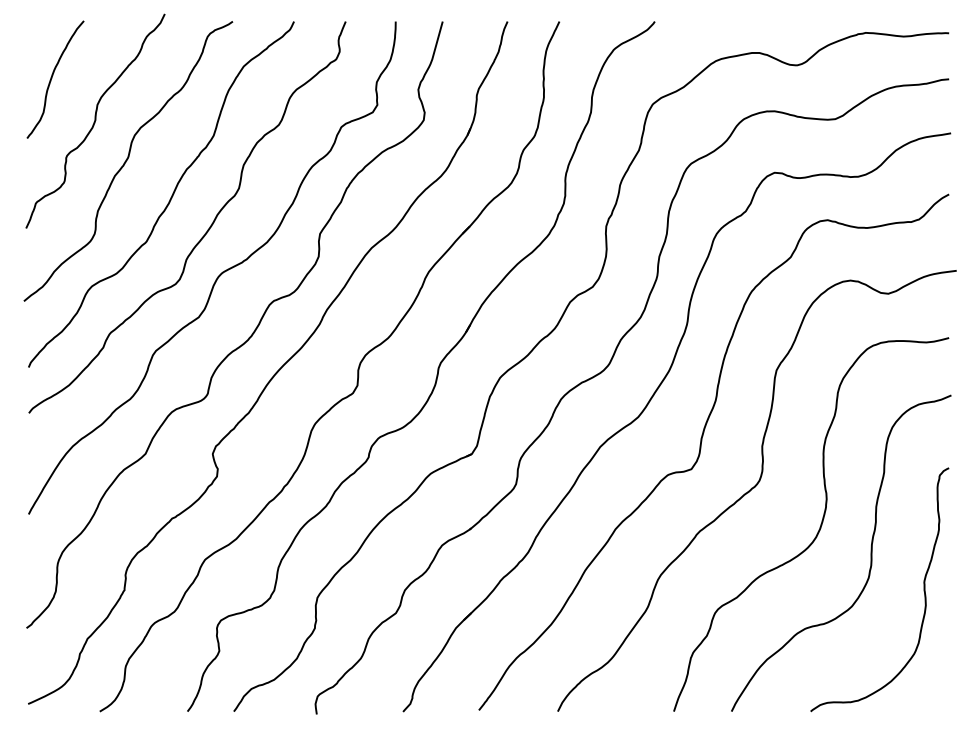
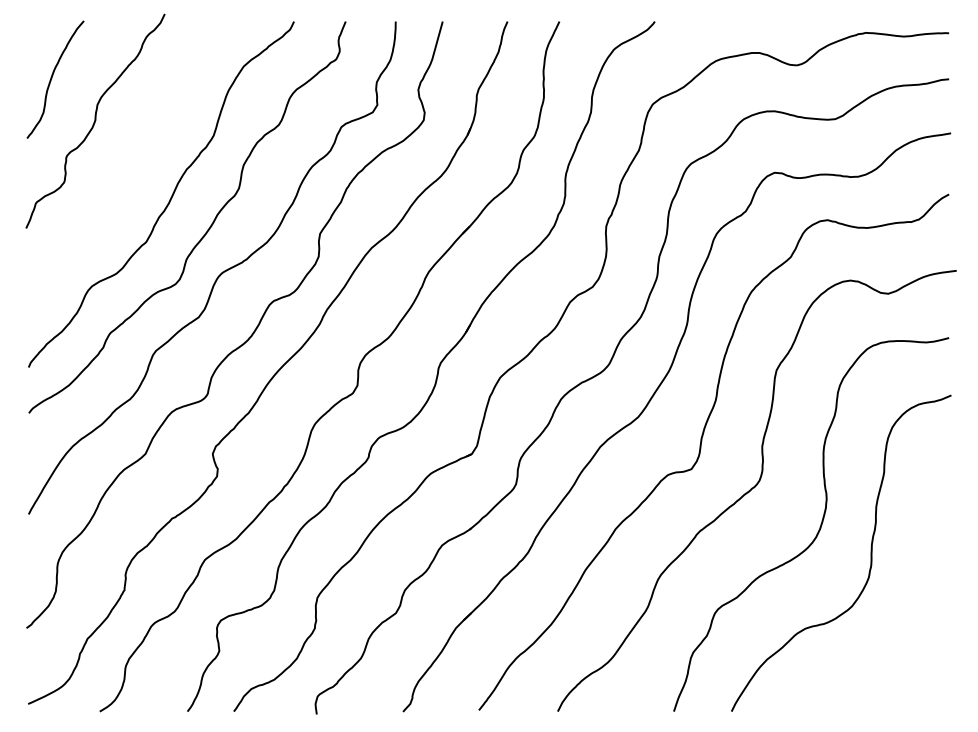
curve at (127, 160): present -> none
curve at (923, 589): present -> none
